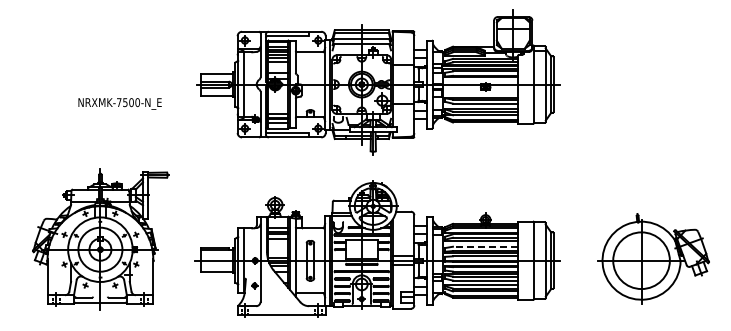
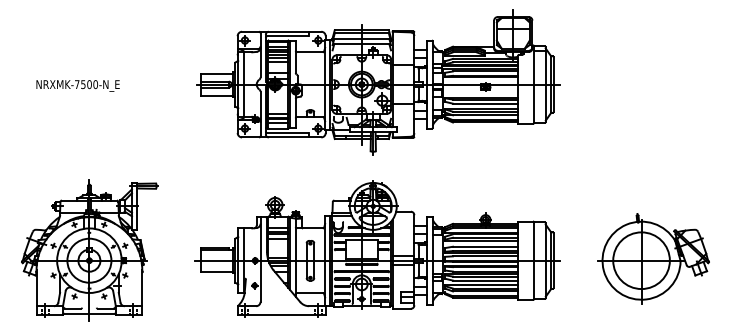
text at (119, 103) position: (119, 103) -> (77, 85)
part at (100, 239) position: (100, 239) -> (89, 250)
line at (485, 246): dashed -> solid
